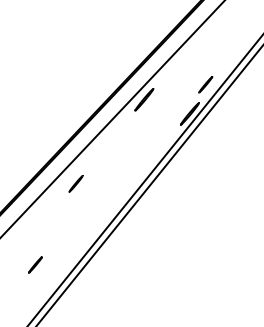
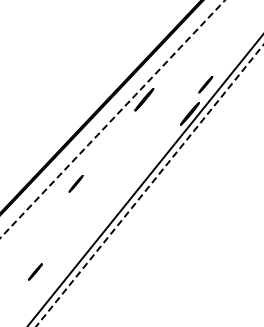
line at (112, 119): solid -> dashed
line at (150, 185): solid -> dashed
line at (35, 264) position: (35, 264) -> (35, 271)
